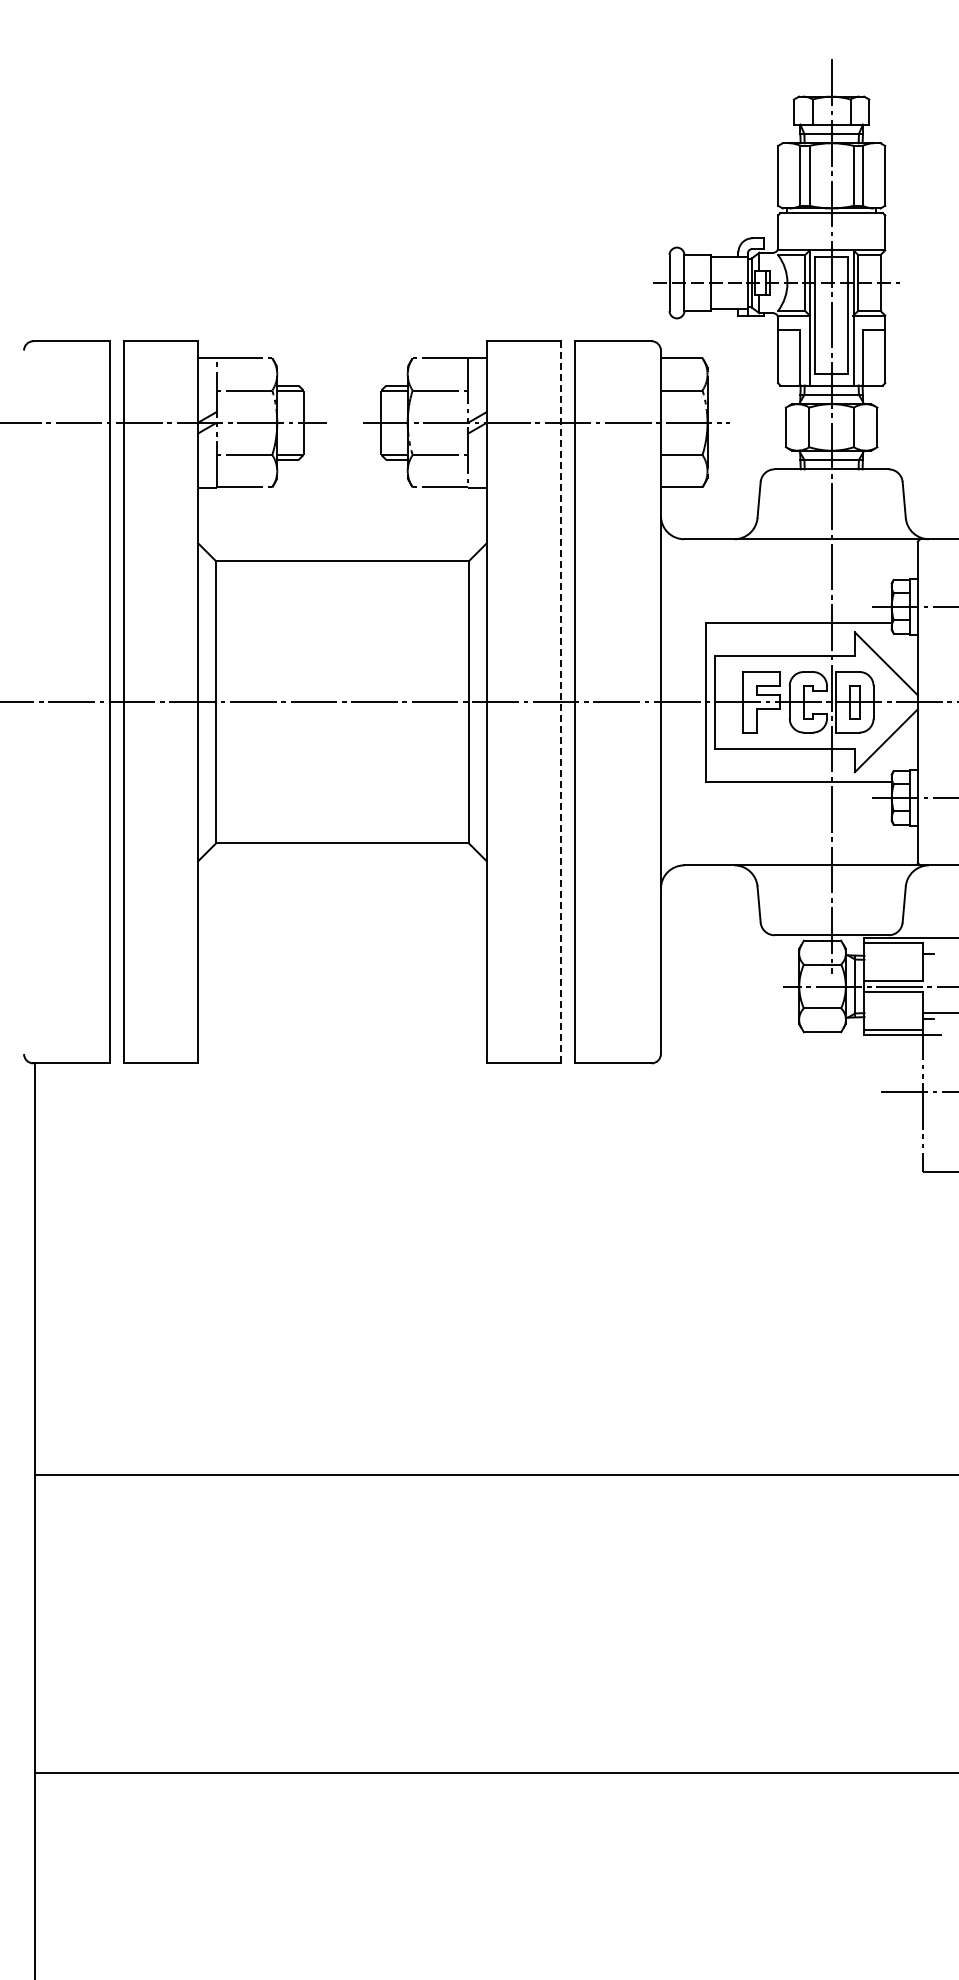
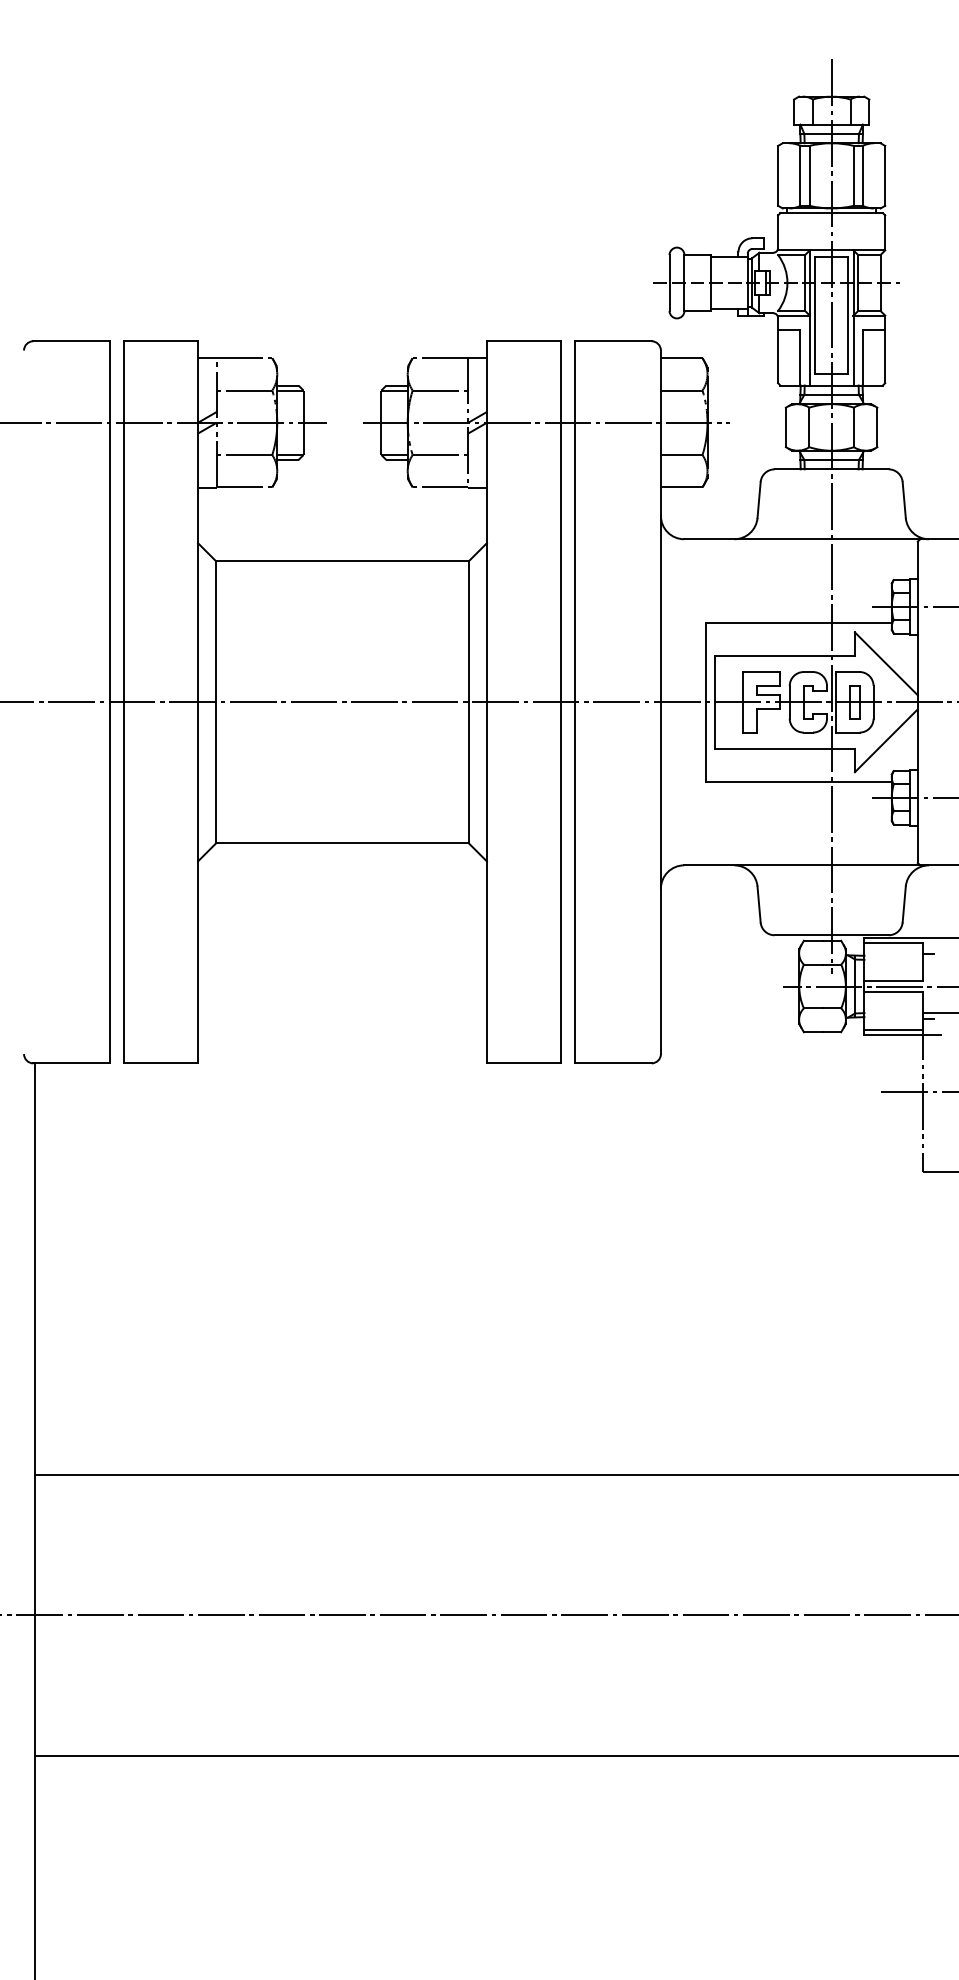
line at (561, 701): dashed -> solid
line at (478, 1615): none -> present
line at (495, 1773) position: (495, 1773) -> (495, 1756)
